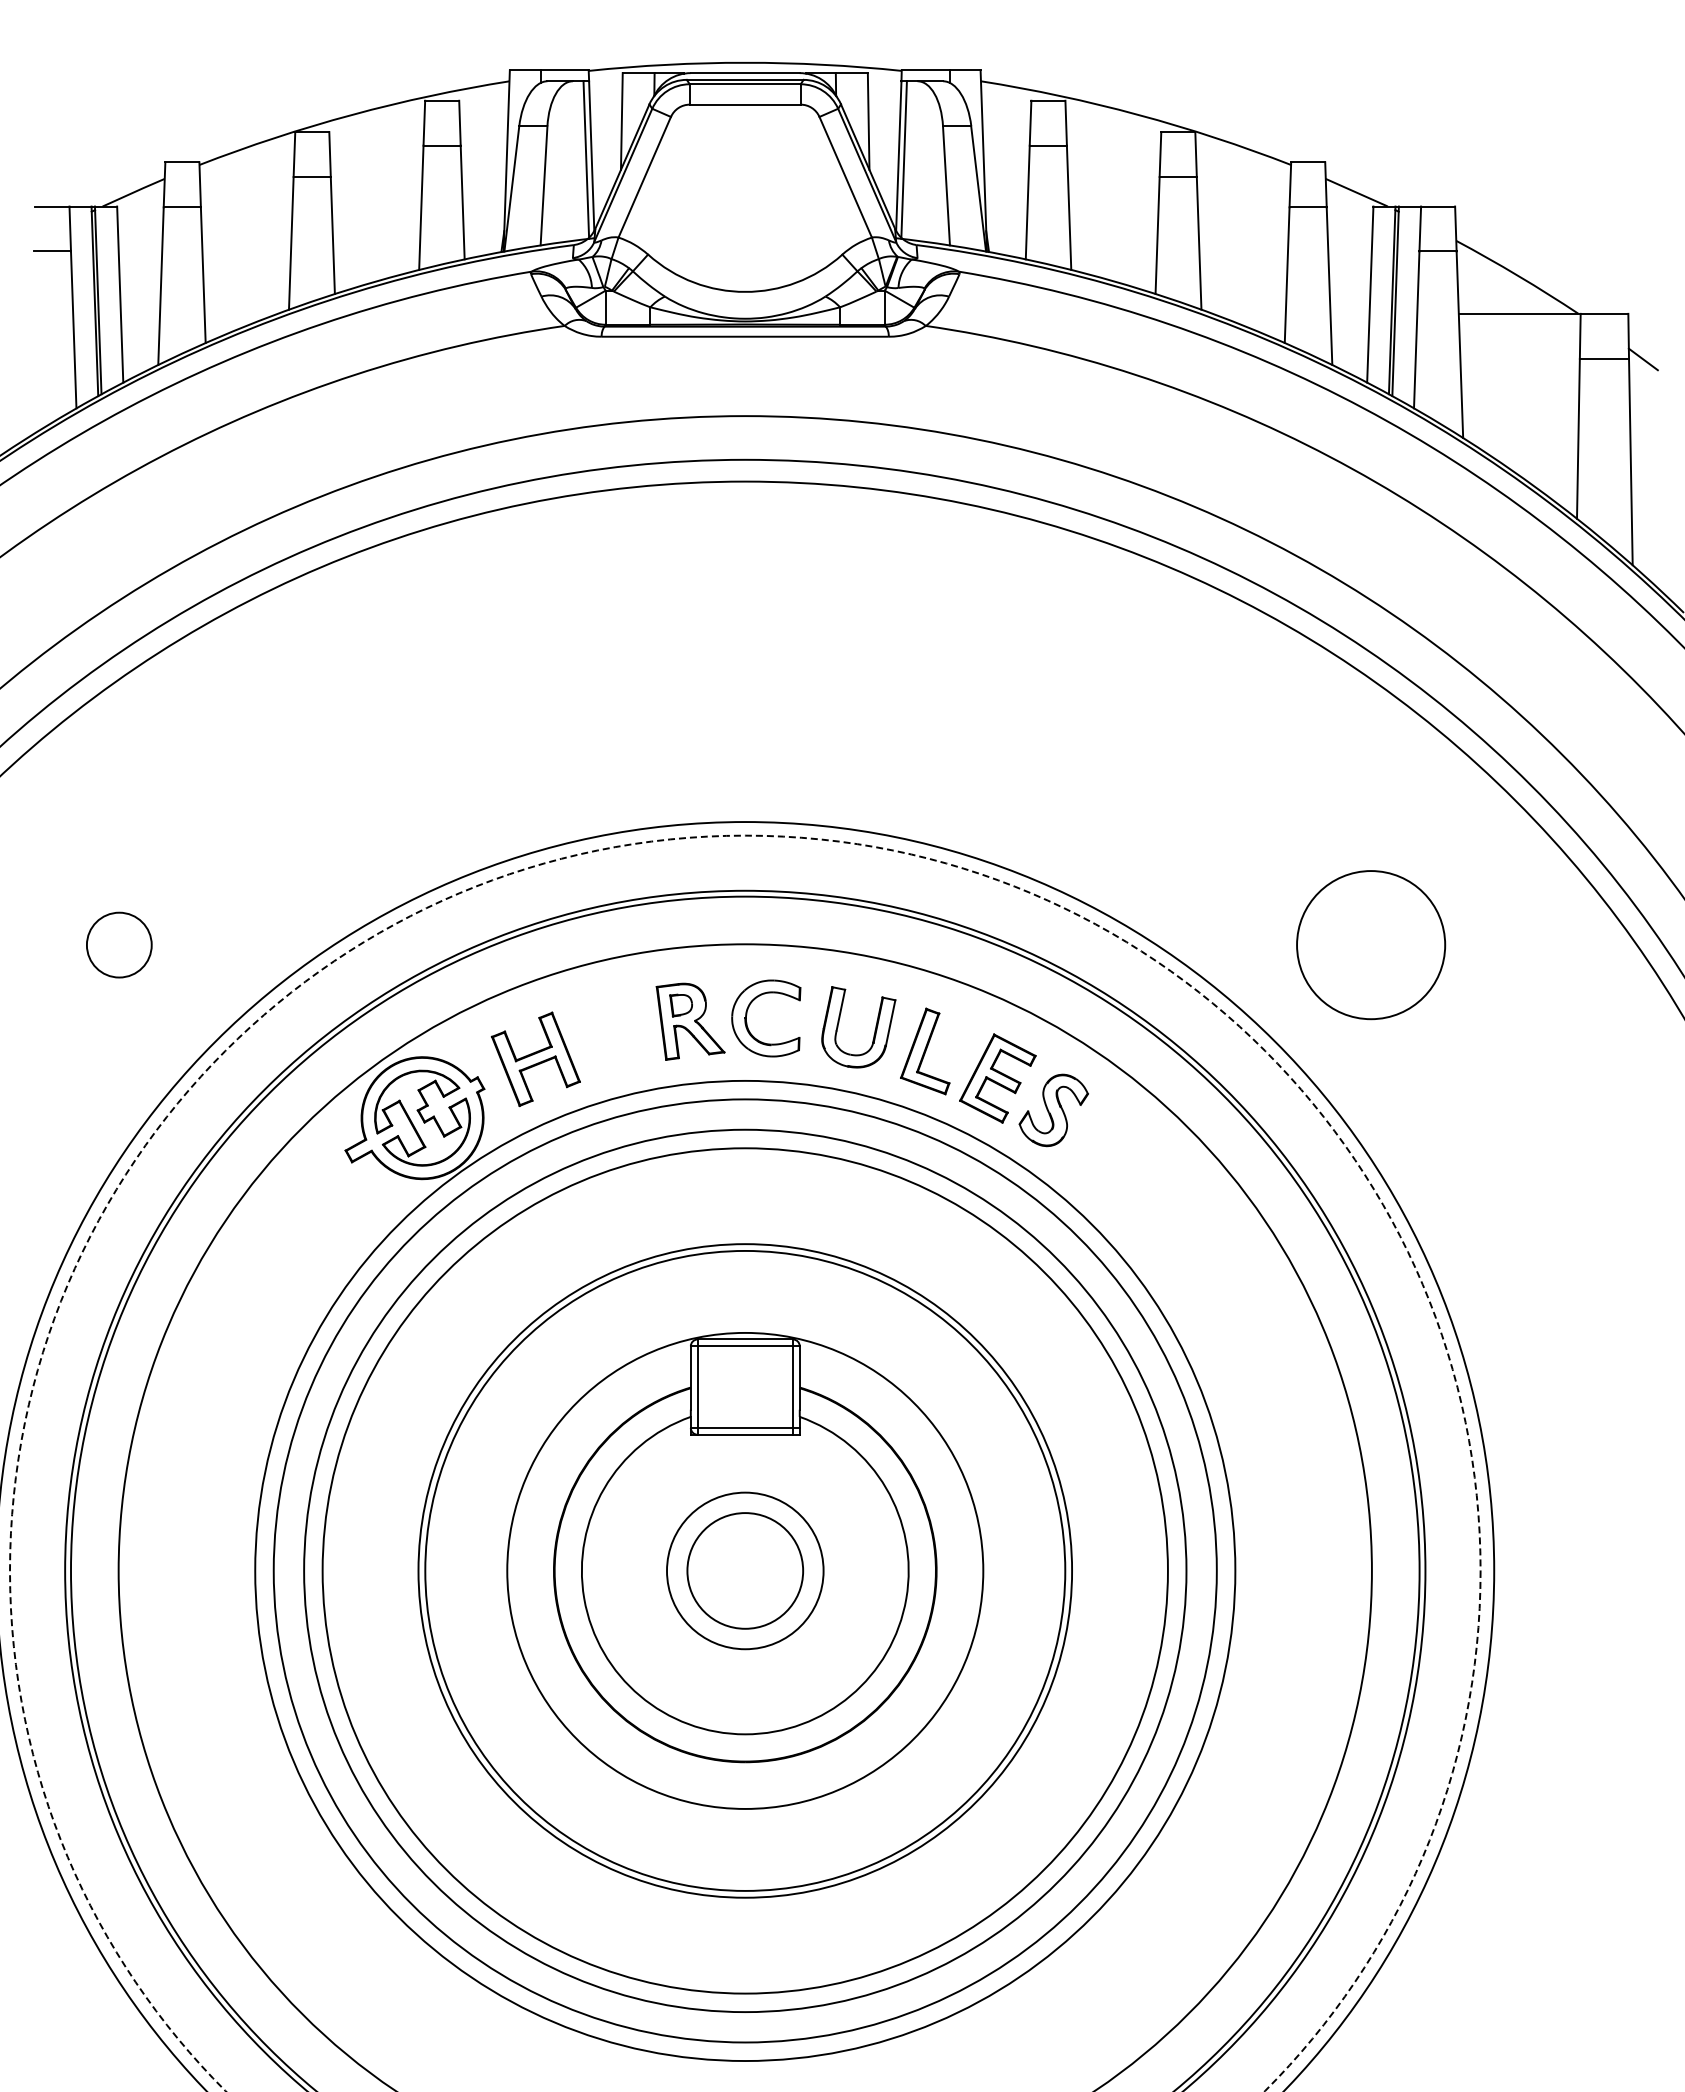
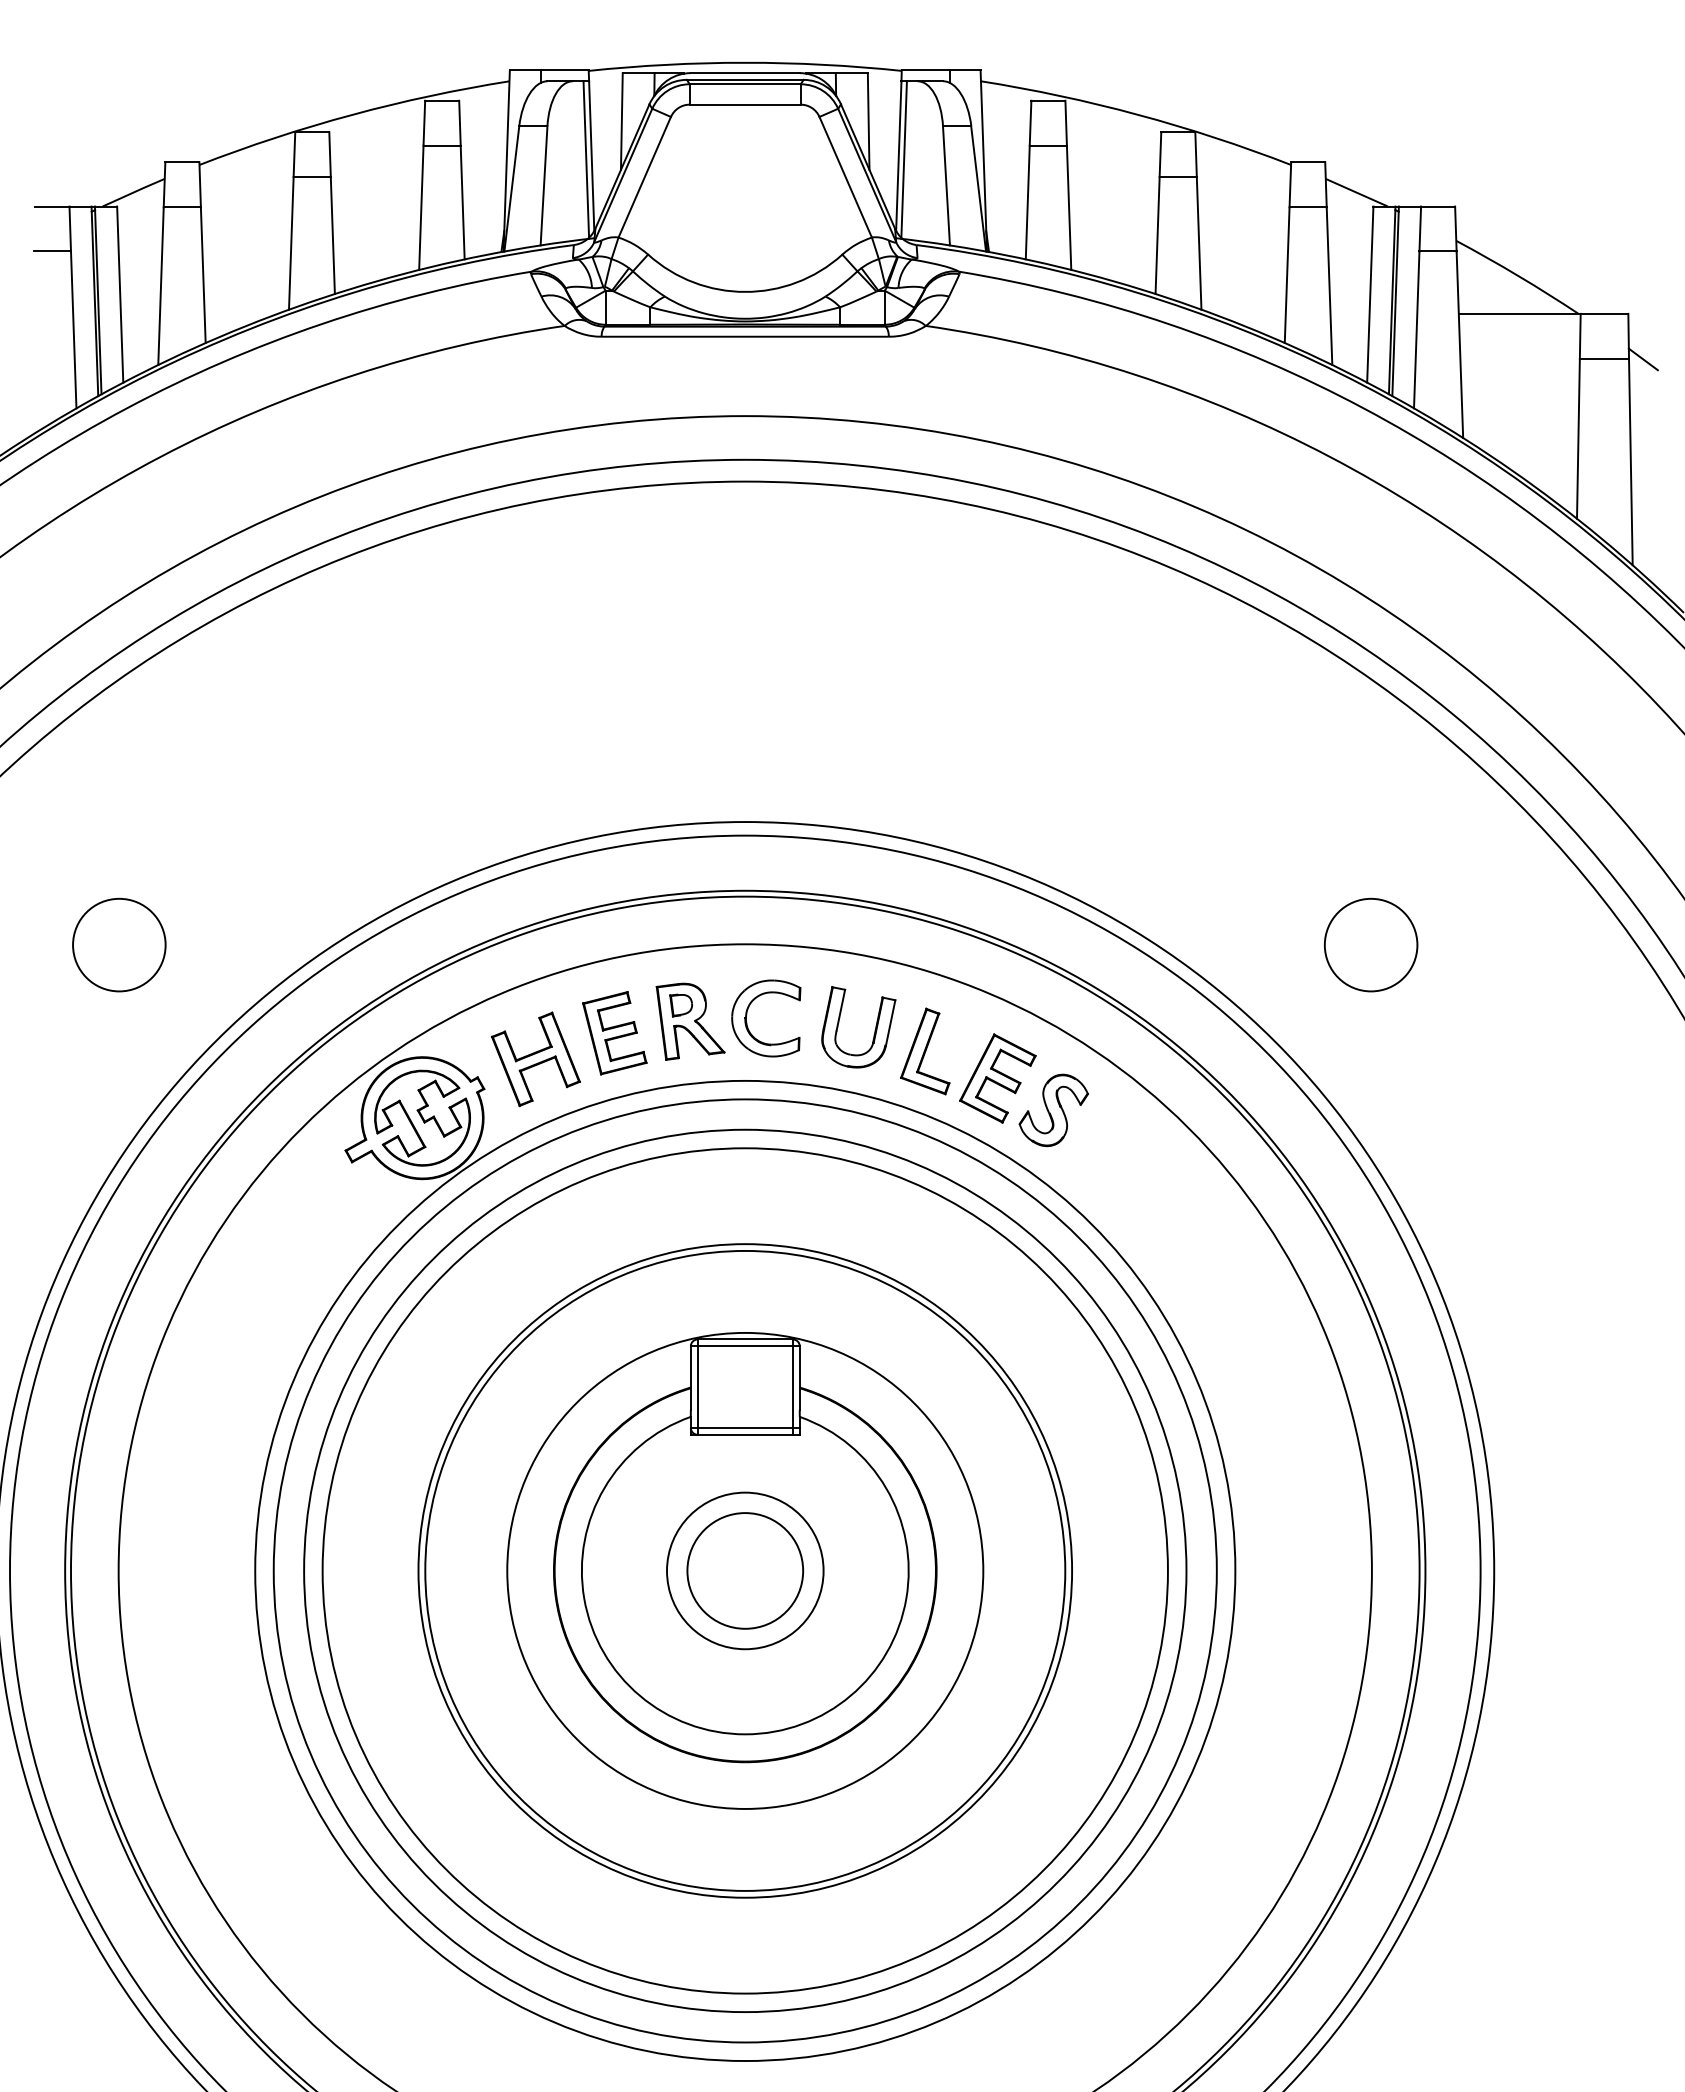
circle at (118, 944) diameter: 65 px -> 93 px
circle at (1371, 945) diameter: 148 px -> 93 px
part at (614, 1033): none -> present
circle at (745, 1463): dashed -> solid
